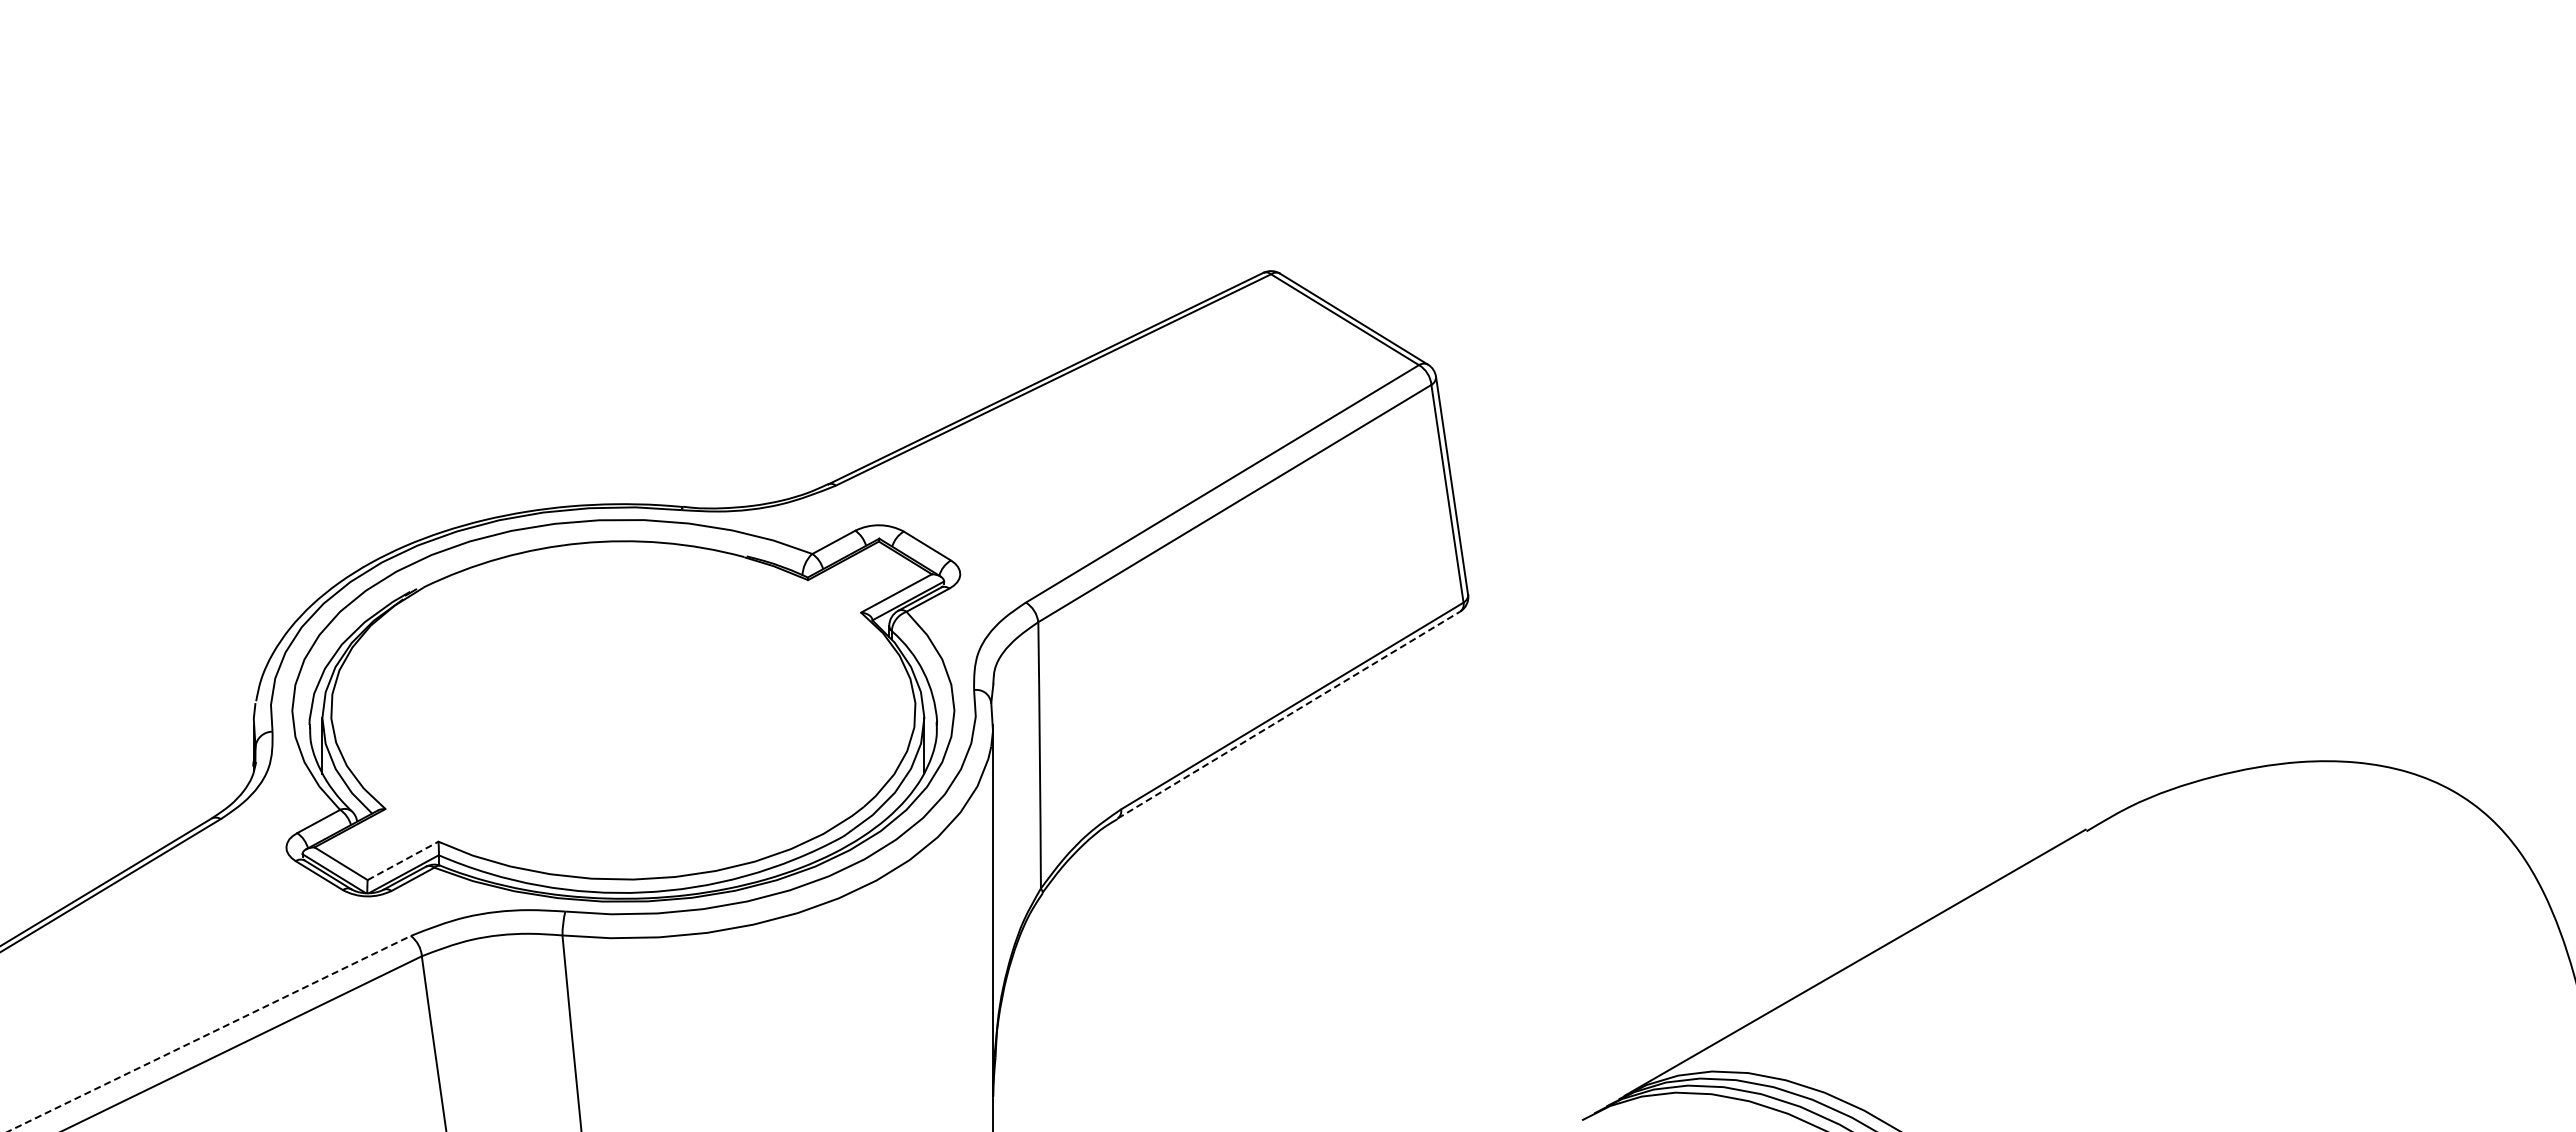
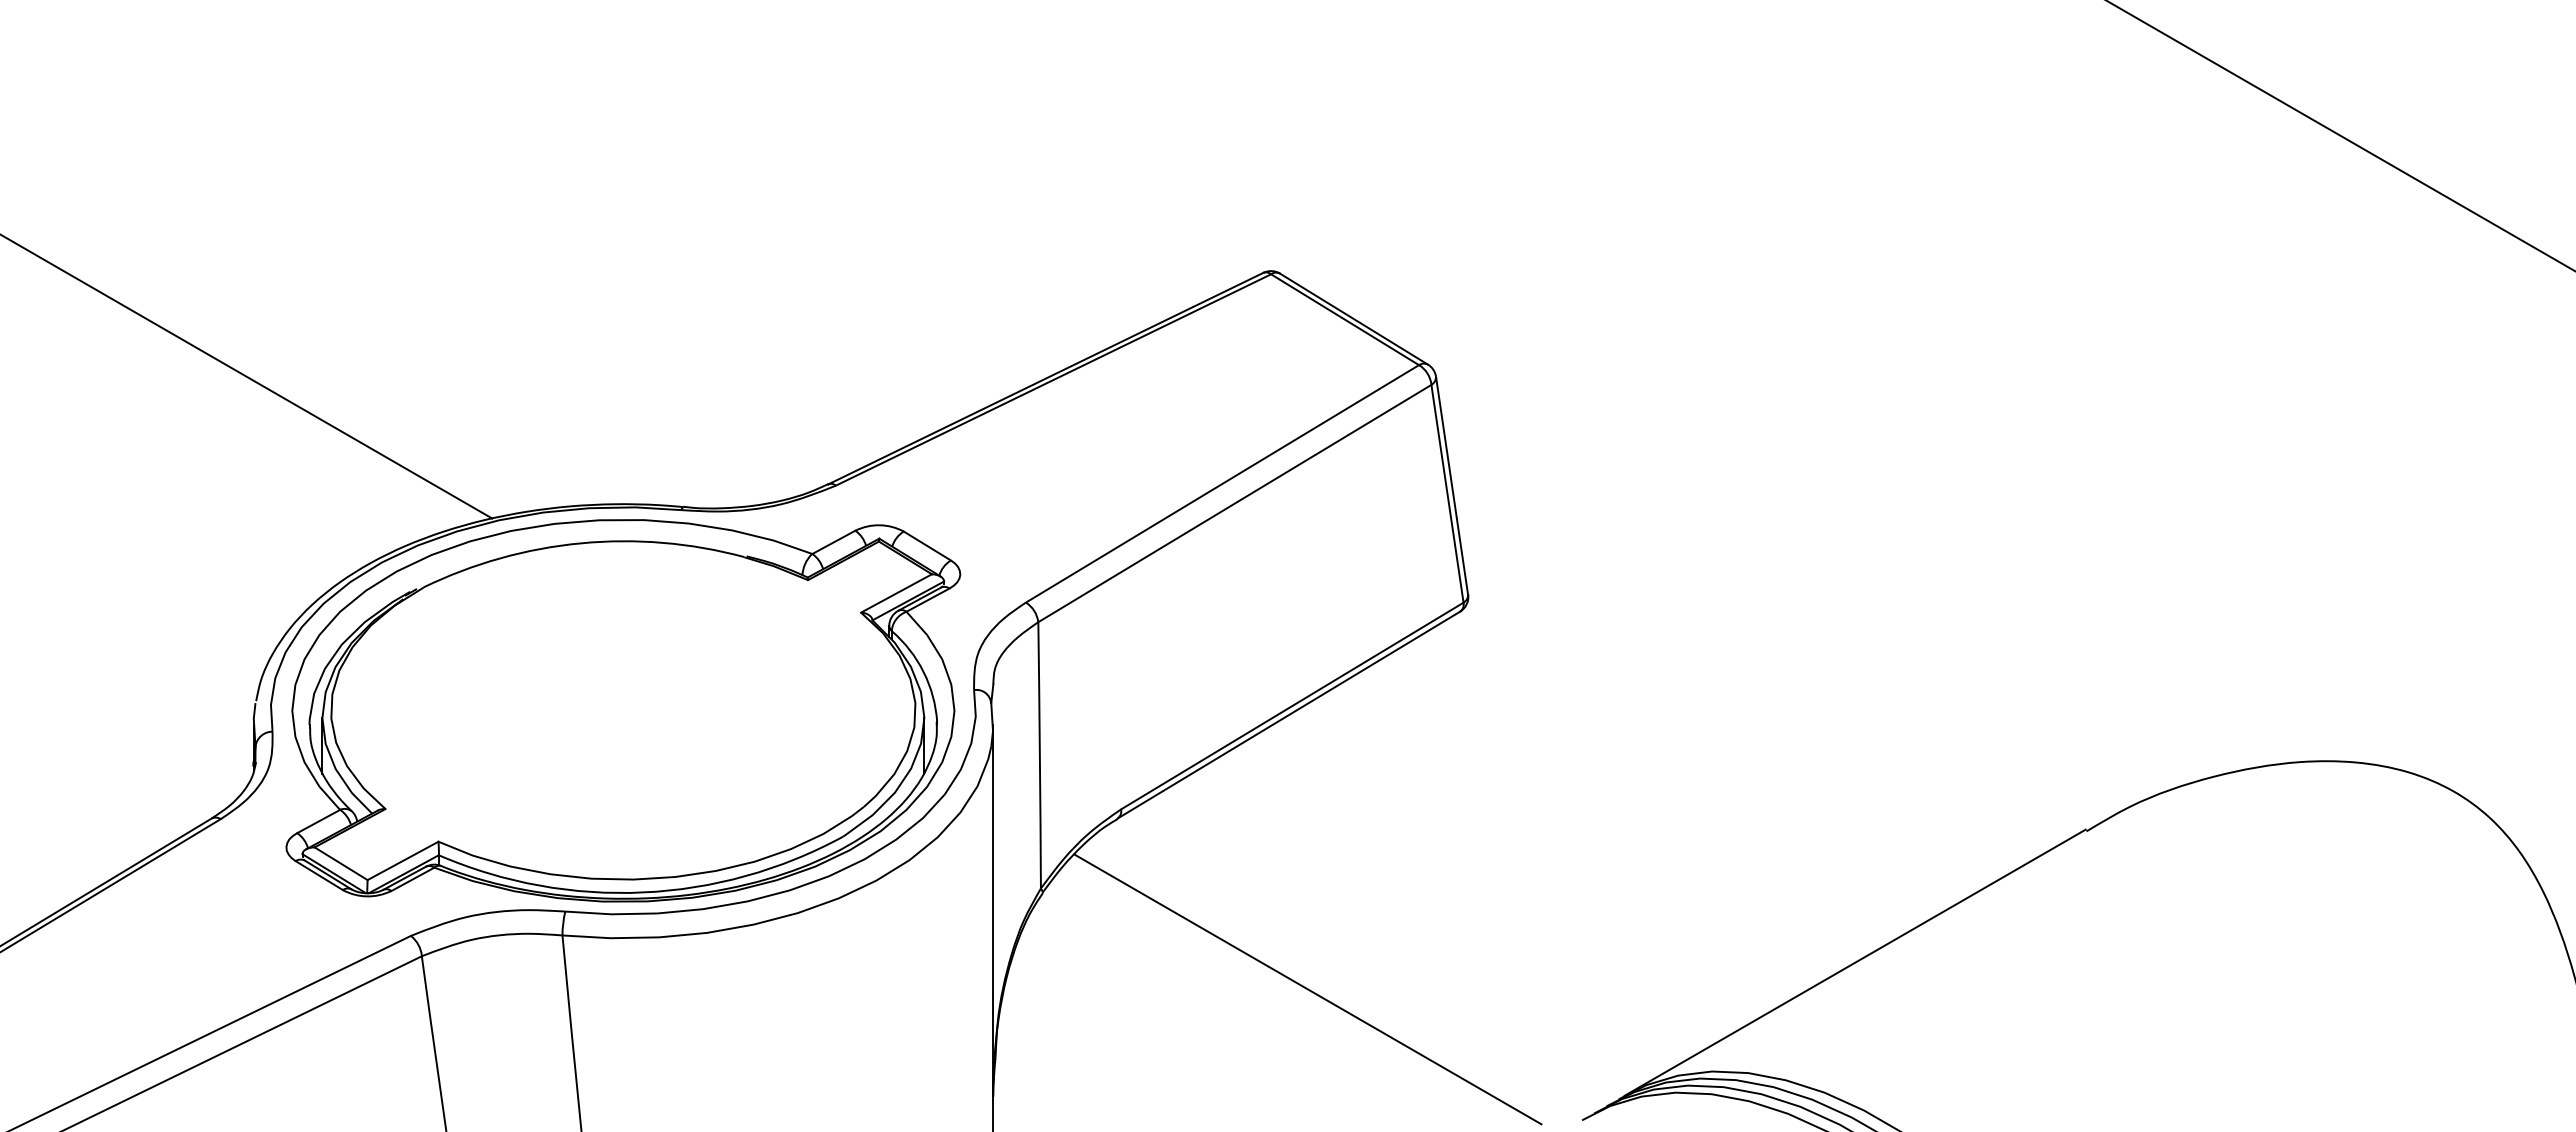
line at (2340, 135): none -> present
line at (247, 376): none -> present
line at (1288, 715): dashed -> solid
line at (403, 860): dashed -> solid
line at (1307, 989): none -> present
line at (209, 1033): dashed -> solid
